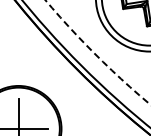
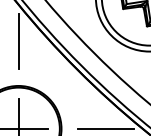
line at (18, 41): none -> present
arc at (95, 54): dashed -> solid
line at (105, 128): none -> present
